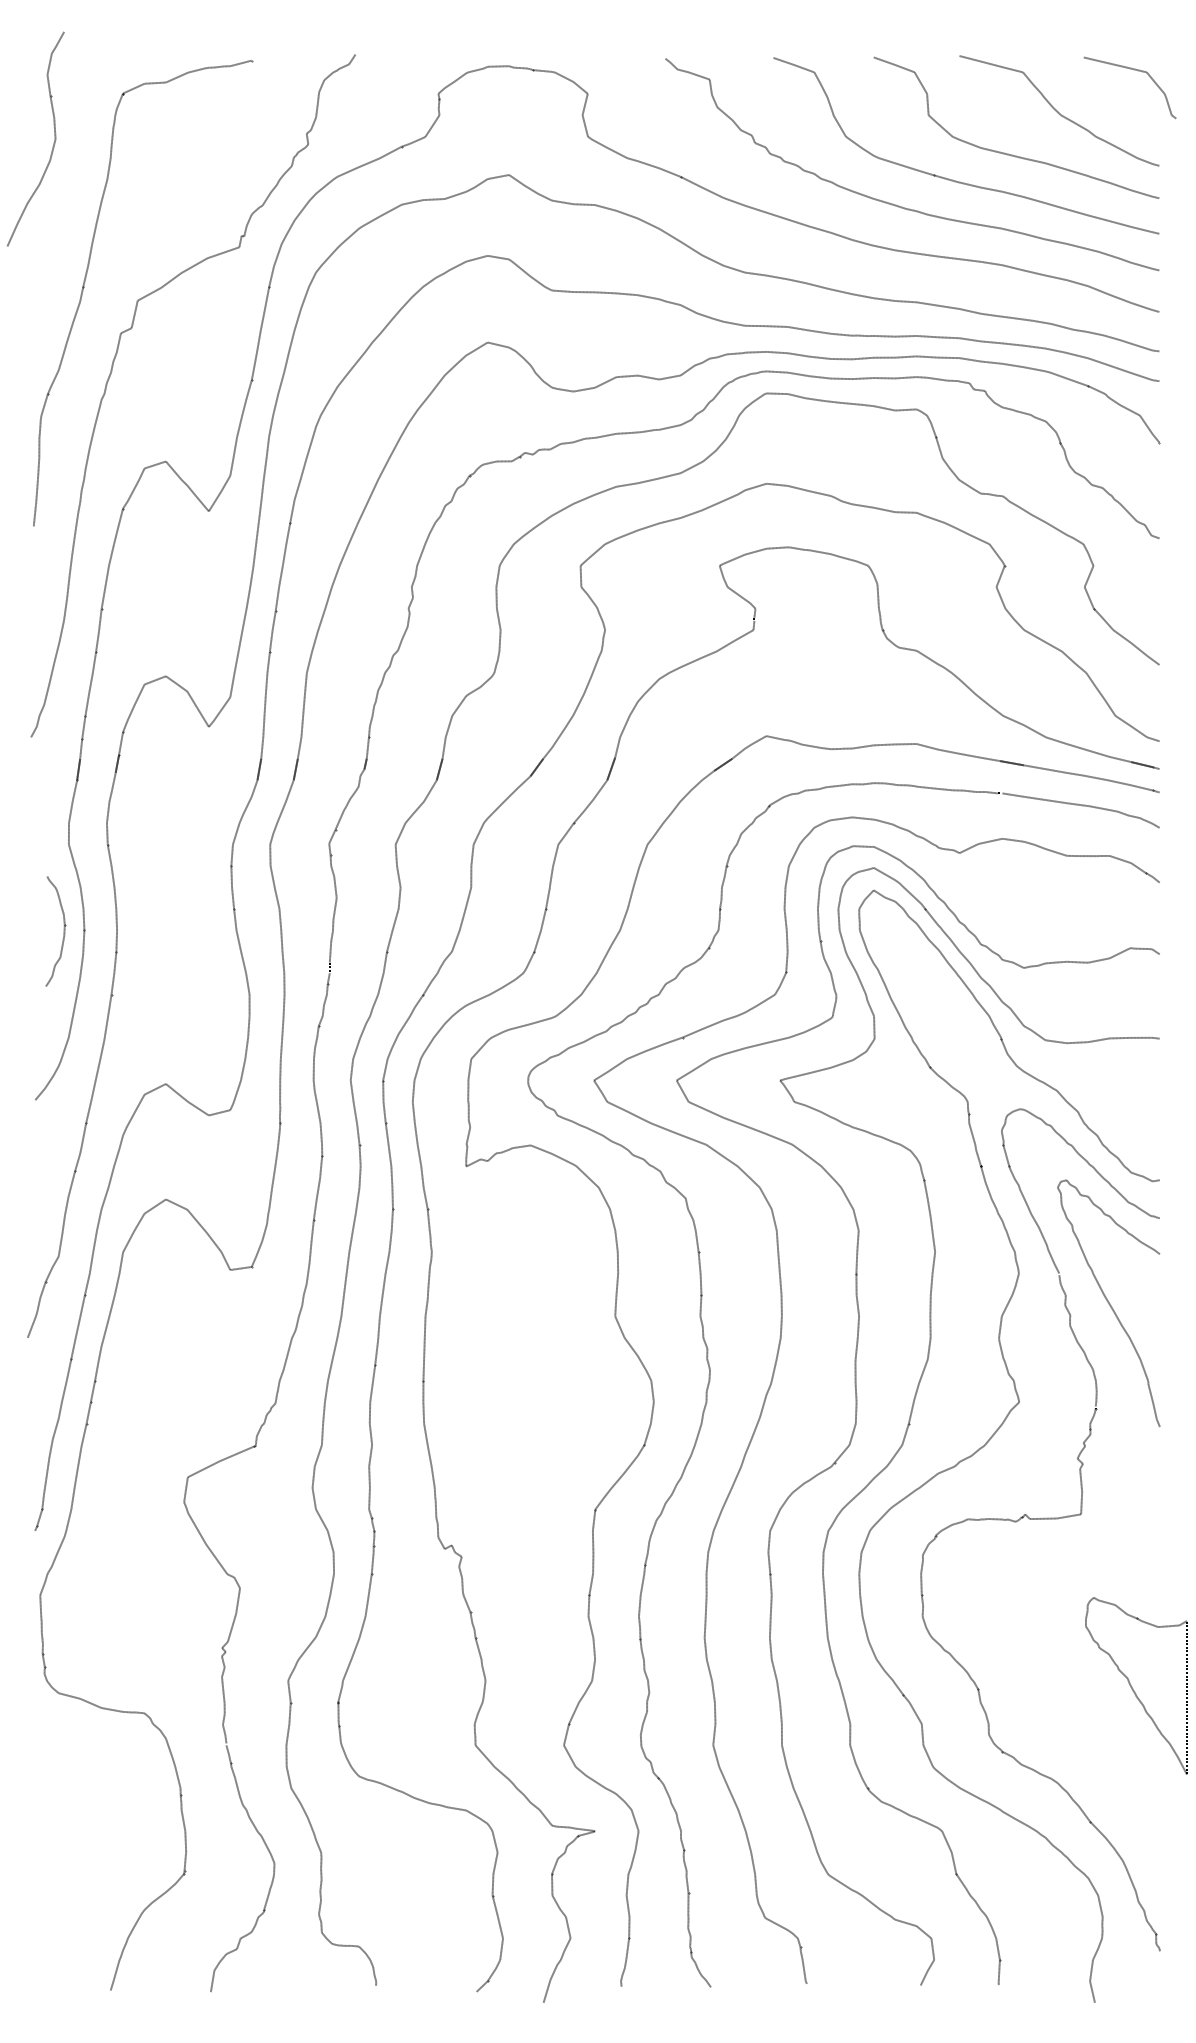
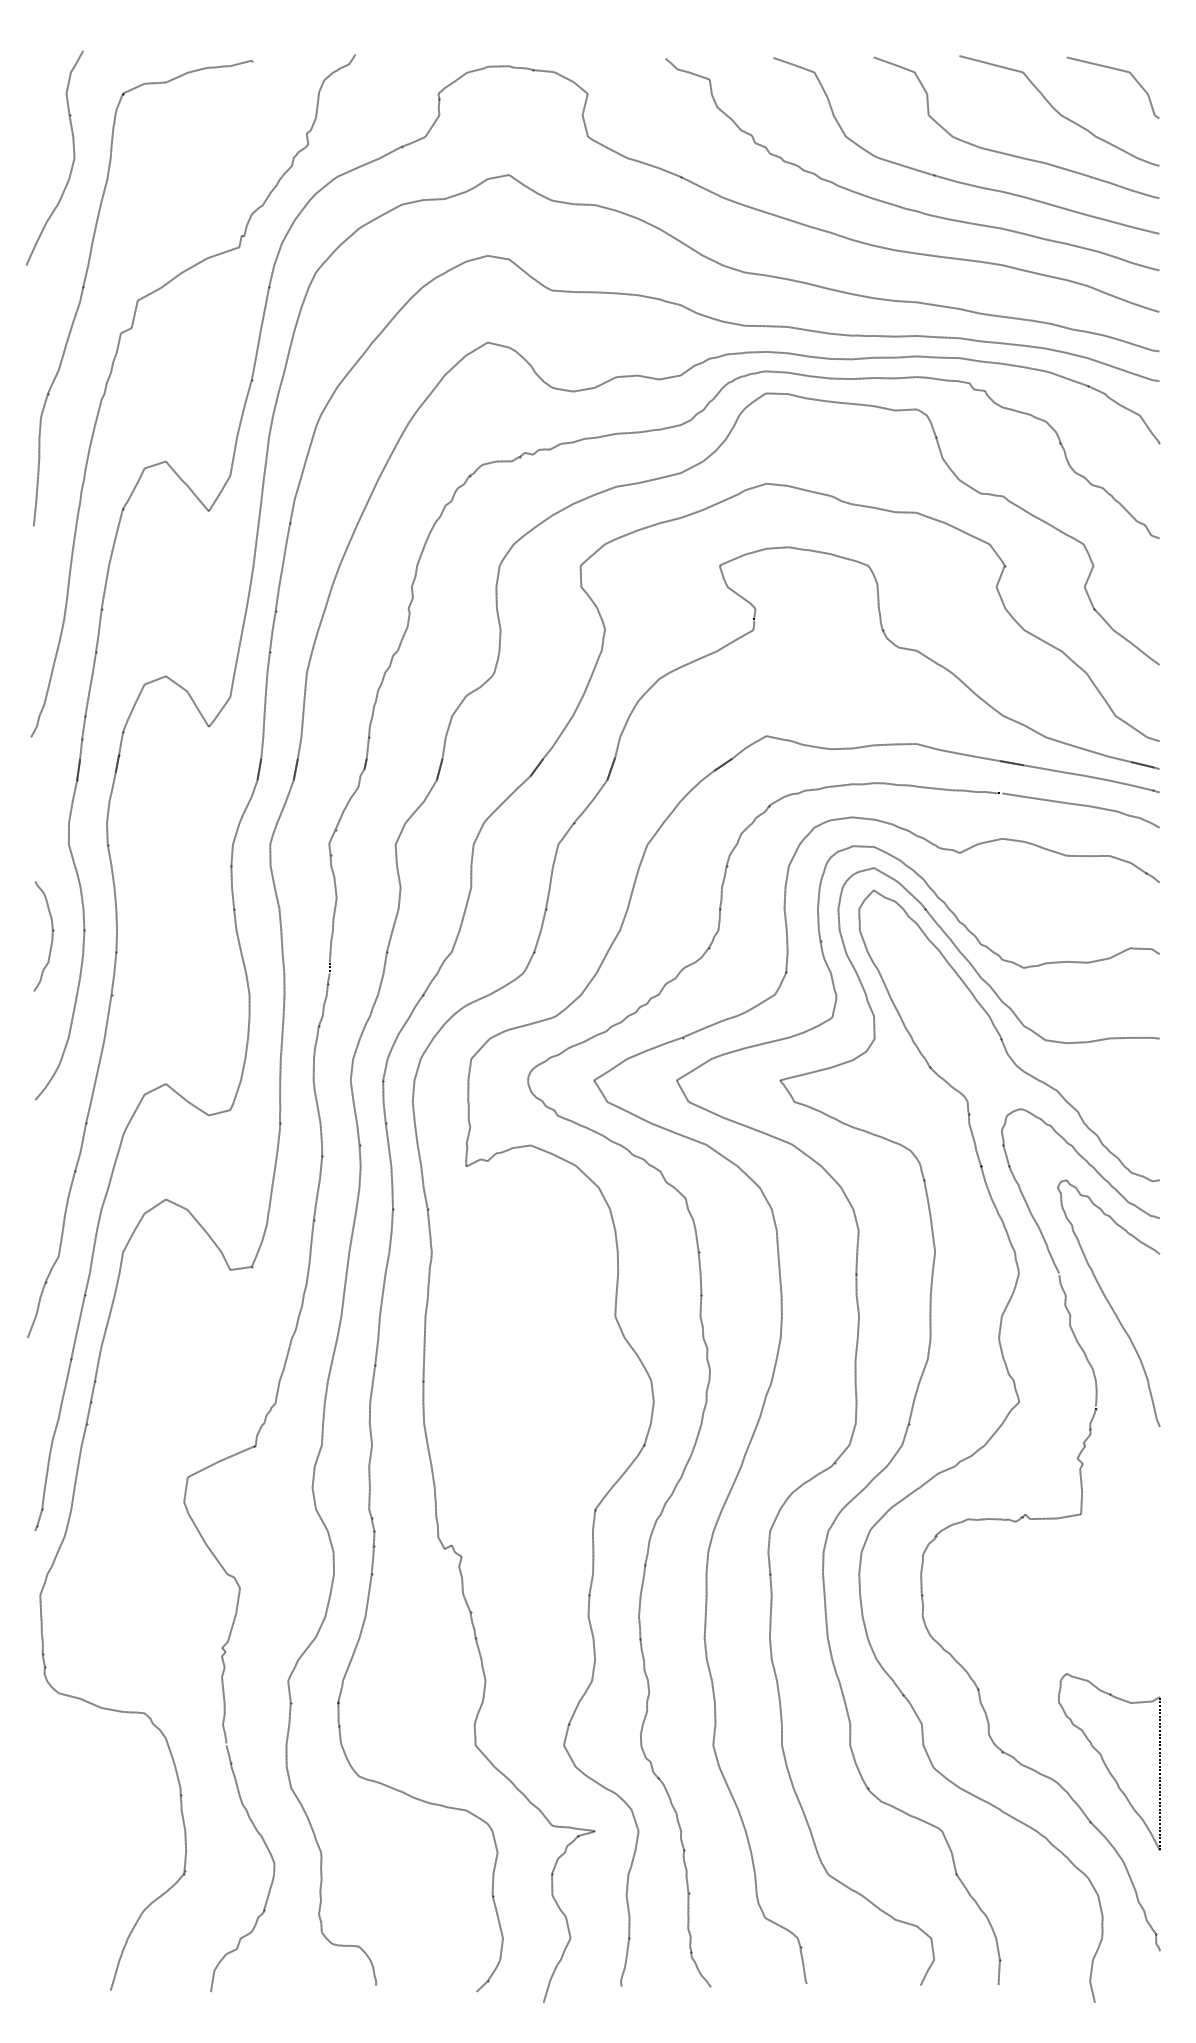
curve at (1134, 70) position: (1134, 70) -> (1117, 70)
curve at (53, 142) position: (53, 142) -> (72, 161)
curve at (63, 931) position: (63, 931) -> (51, 936)
part at (1136, 1685) position: (1136, 1685) -> (1109, 1761)
